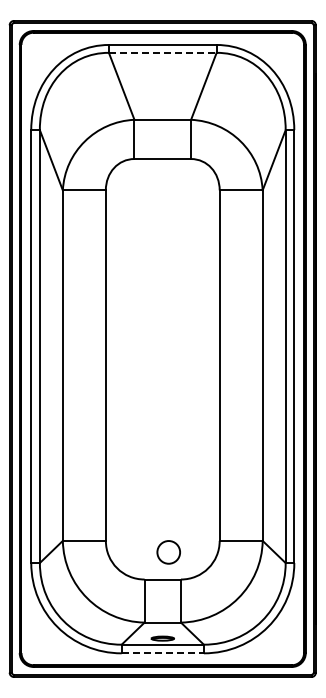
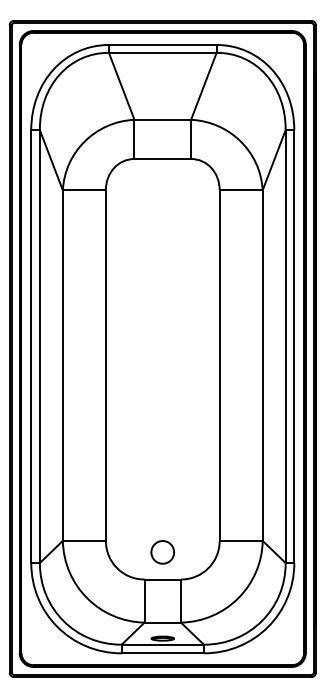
line at (162, 52): dashed -> solid
circle at (168, 552) position: (168, 552) -> (162, 552)
line at (163, 653): dashed -> solid
